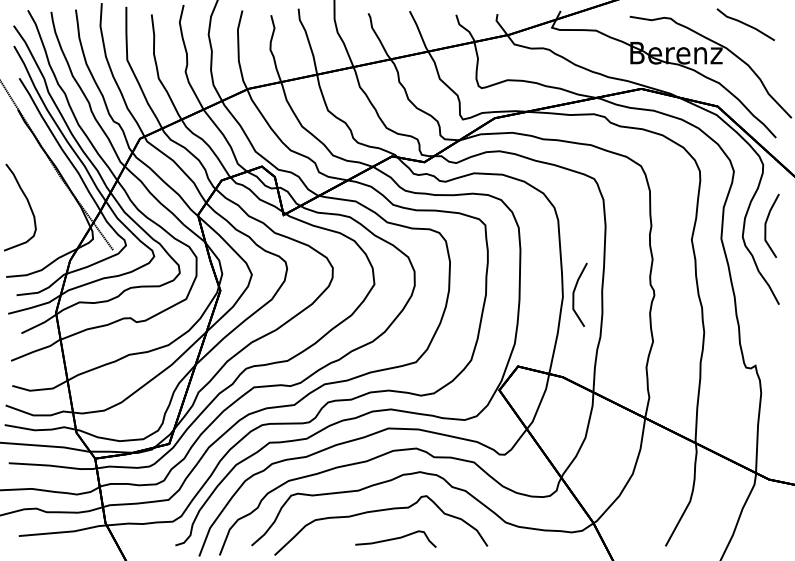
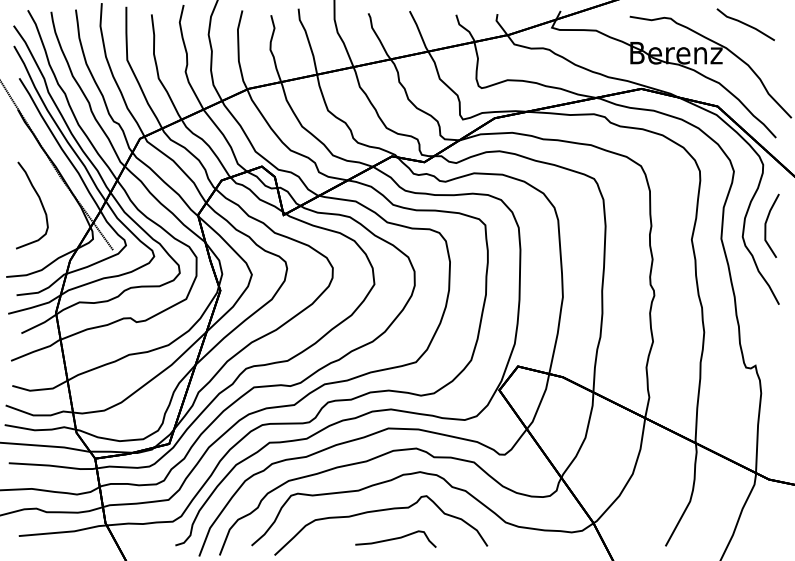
part at (28, 205) position: (28, 205) -> (40, 203)
line at (574, 294): present -> none
